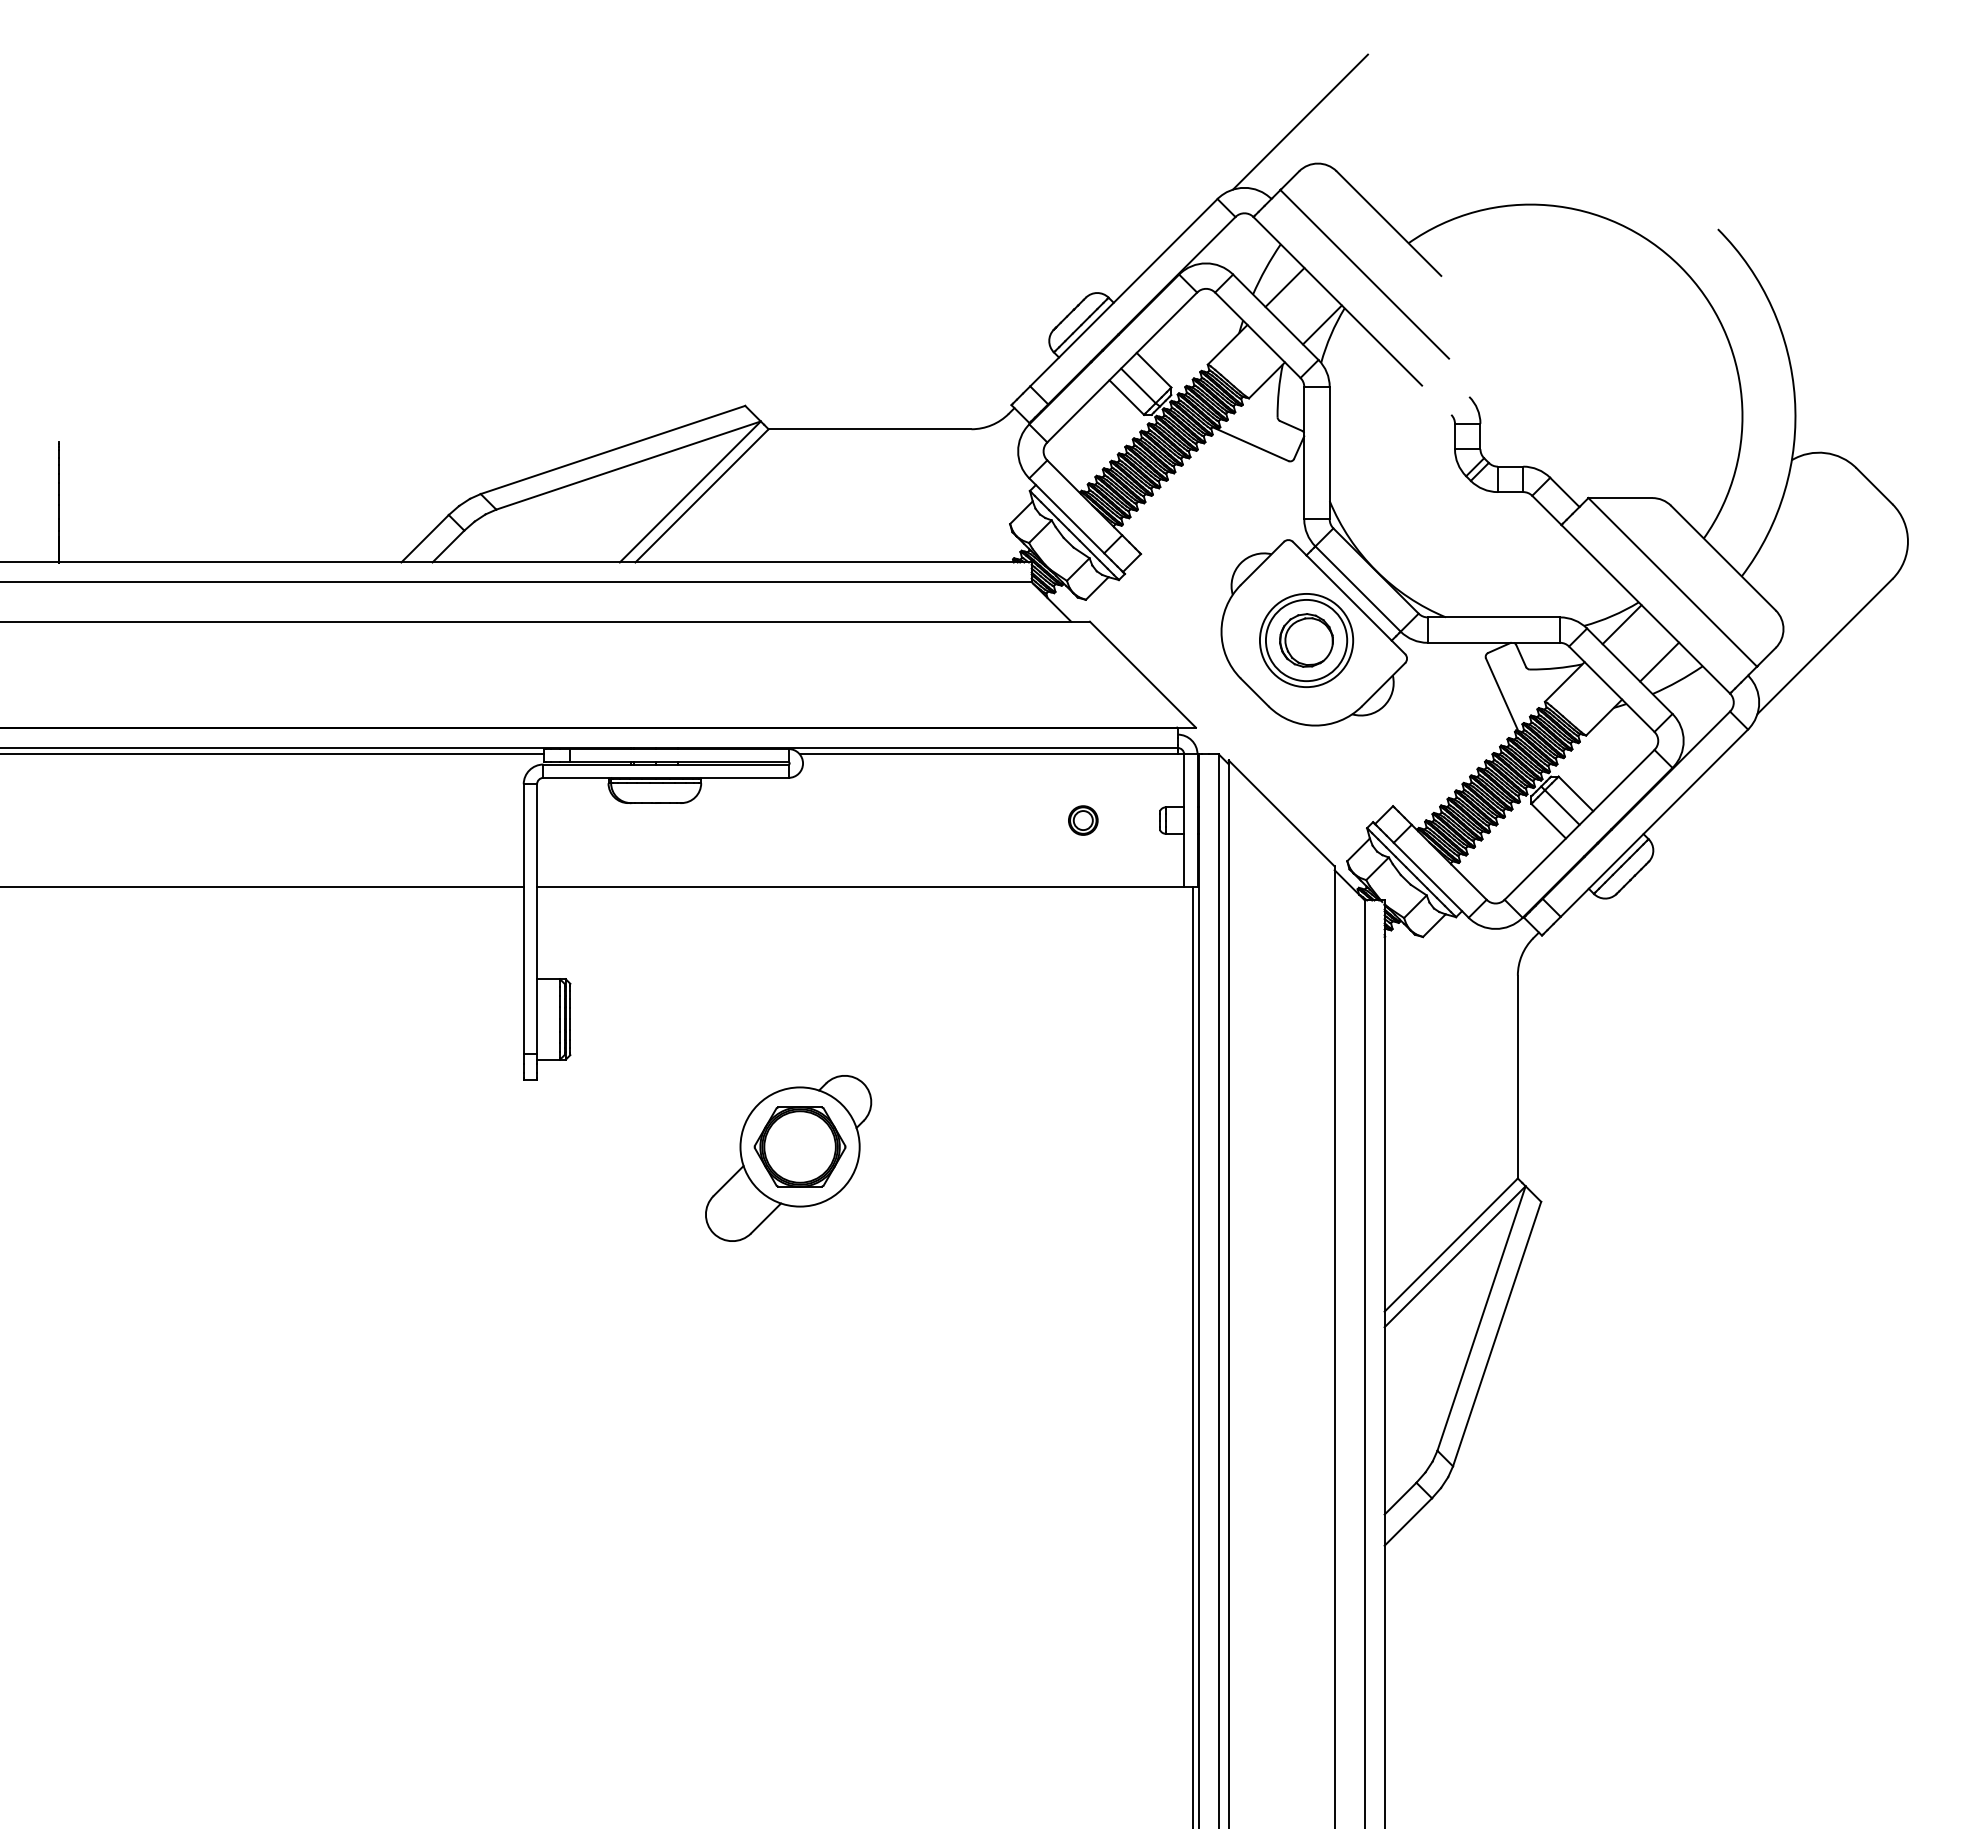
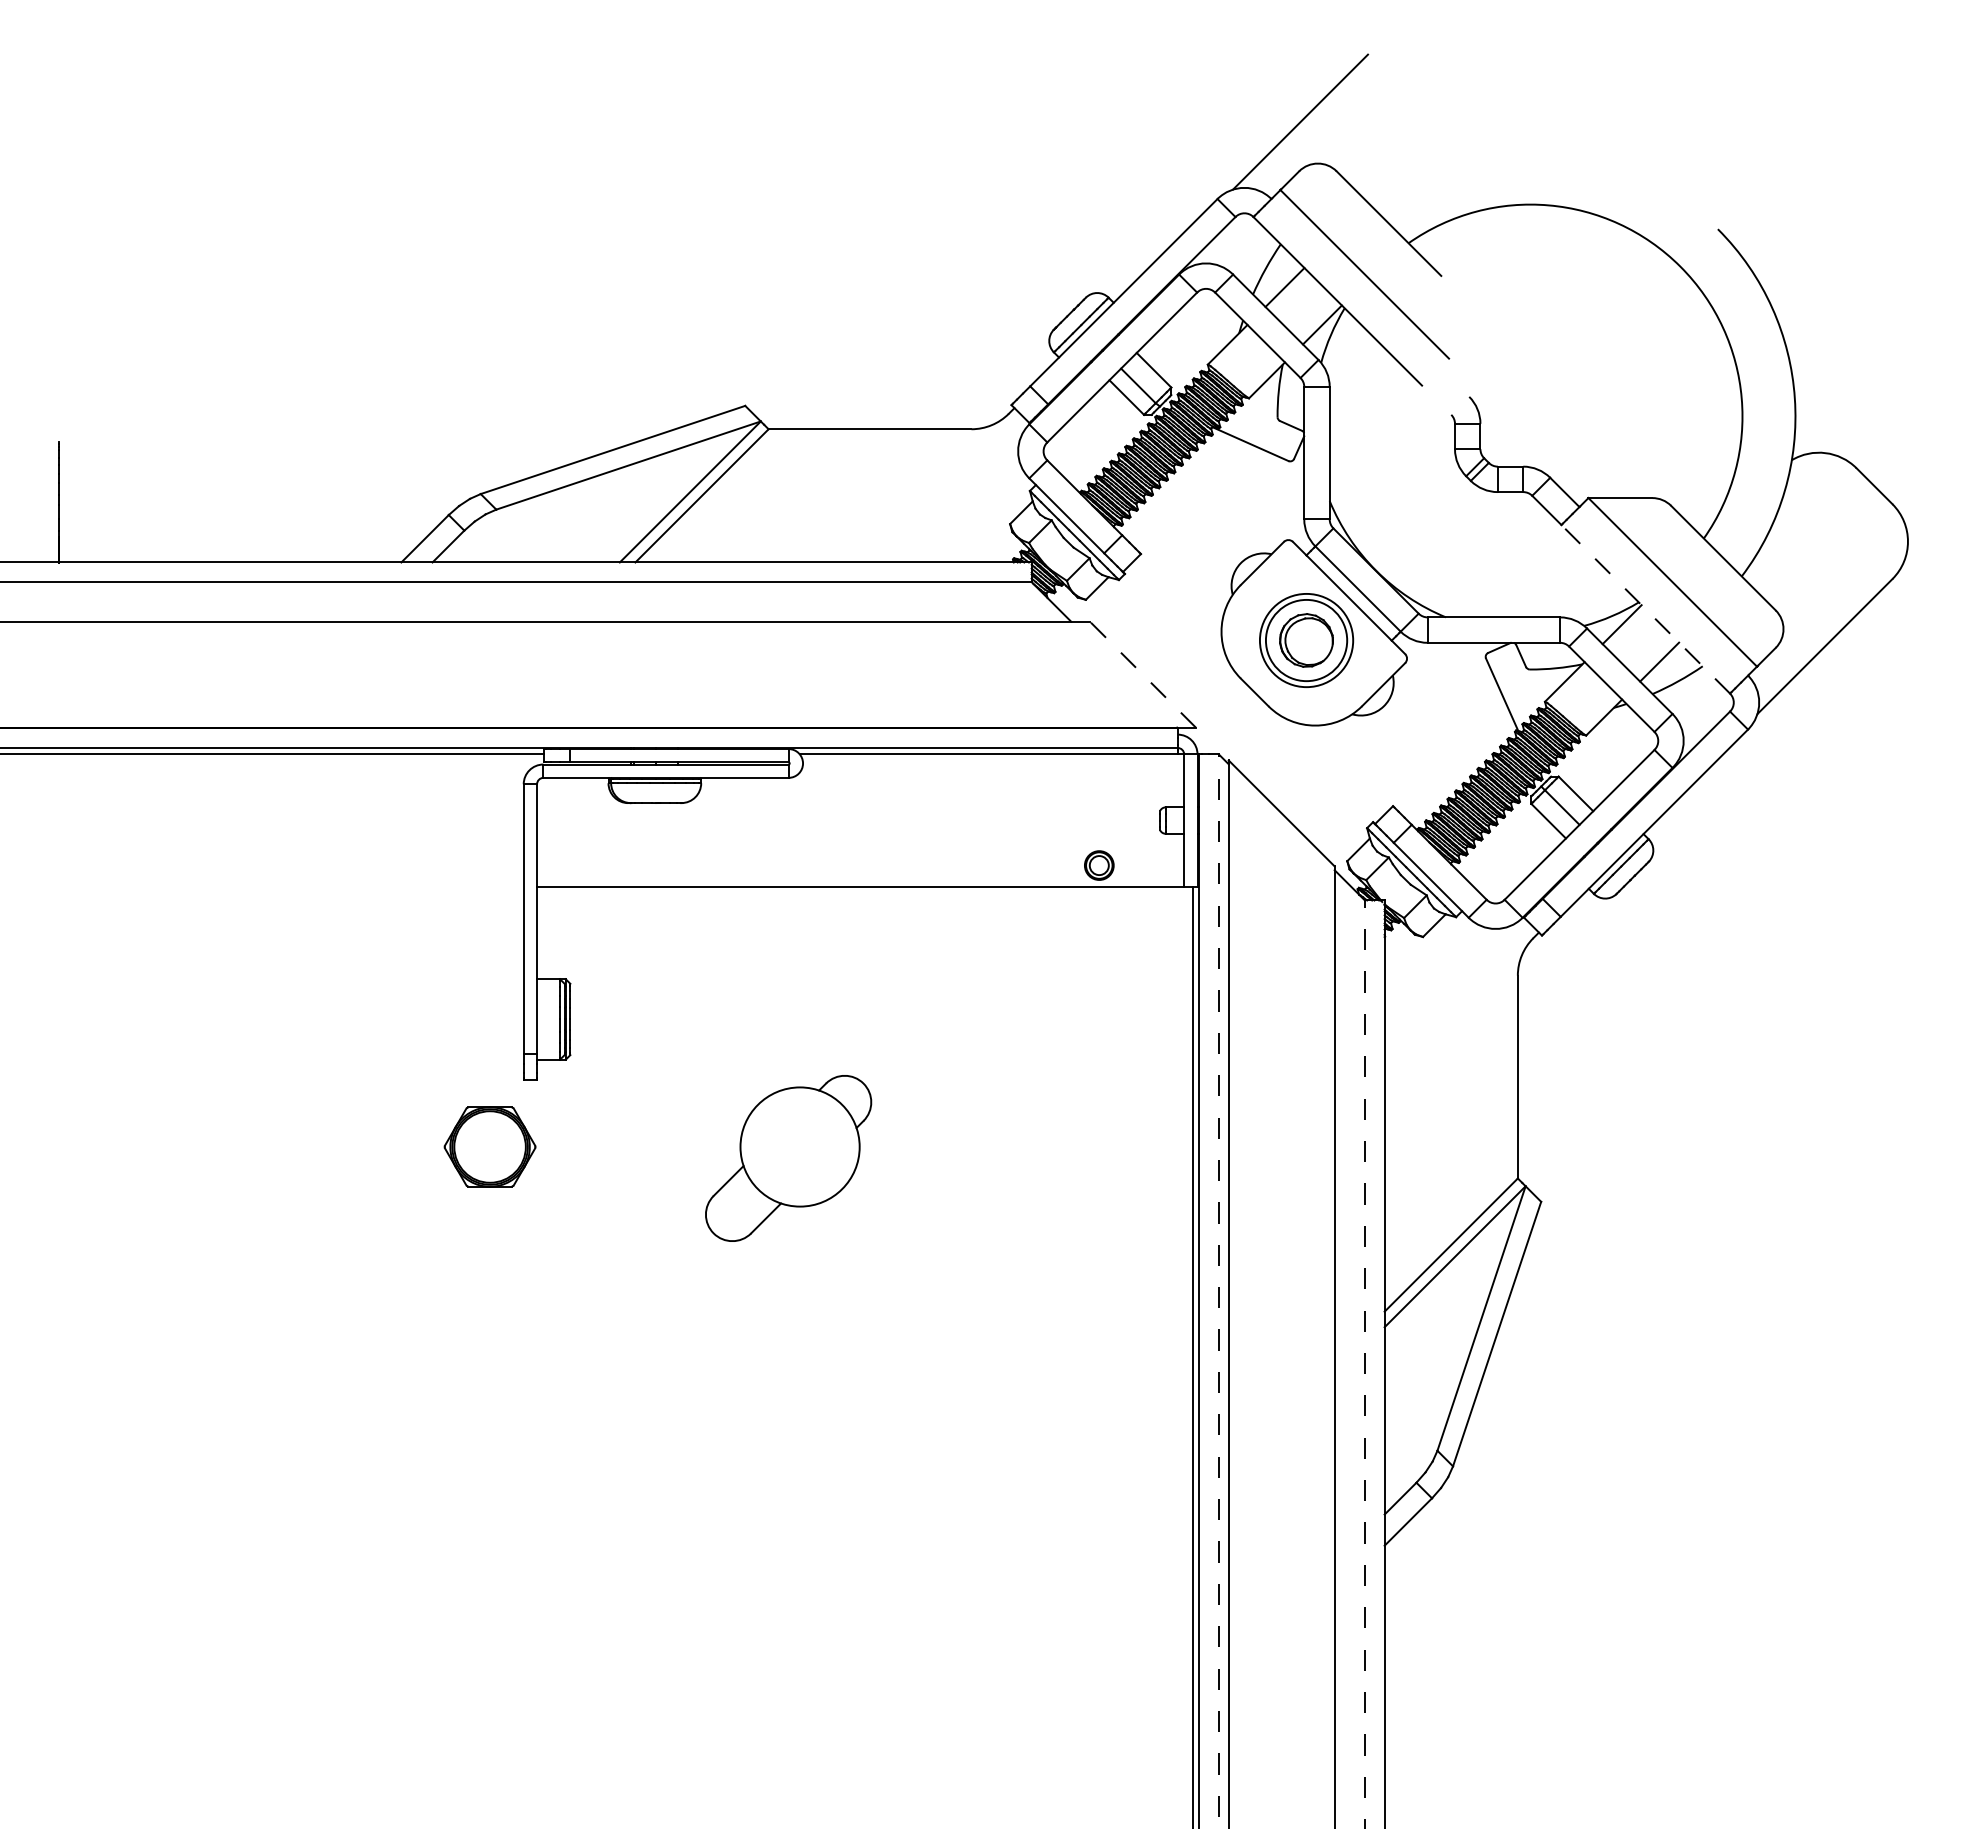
line at (1645, 608): solid -> dashed
line at (1142, 674): solid -> dashed
part at (1083, 820) position: (1083, 820) -> (1099, 865)
line at (262, 886): present -> none
part at (799, 1146) position: (799, 1146) -> (489, 1146)
line at (1218, 1291): solid -> dashed
line at (1364, 1364): solid -> dashed
